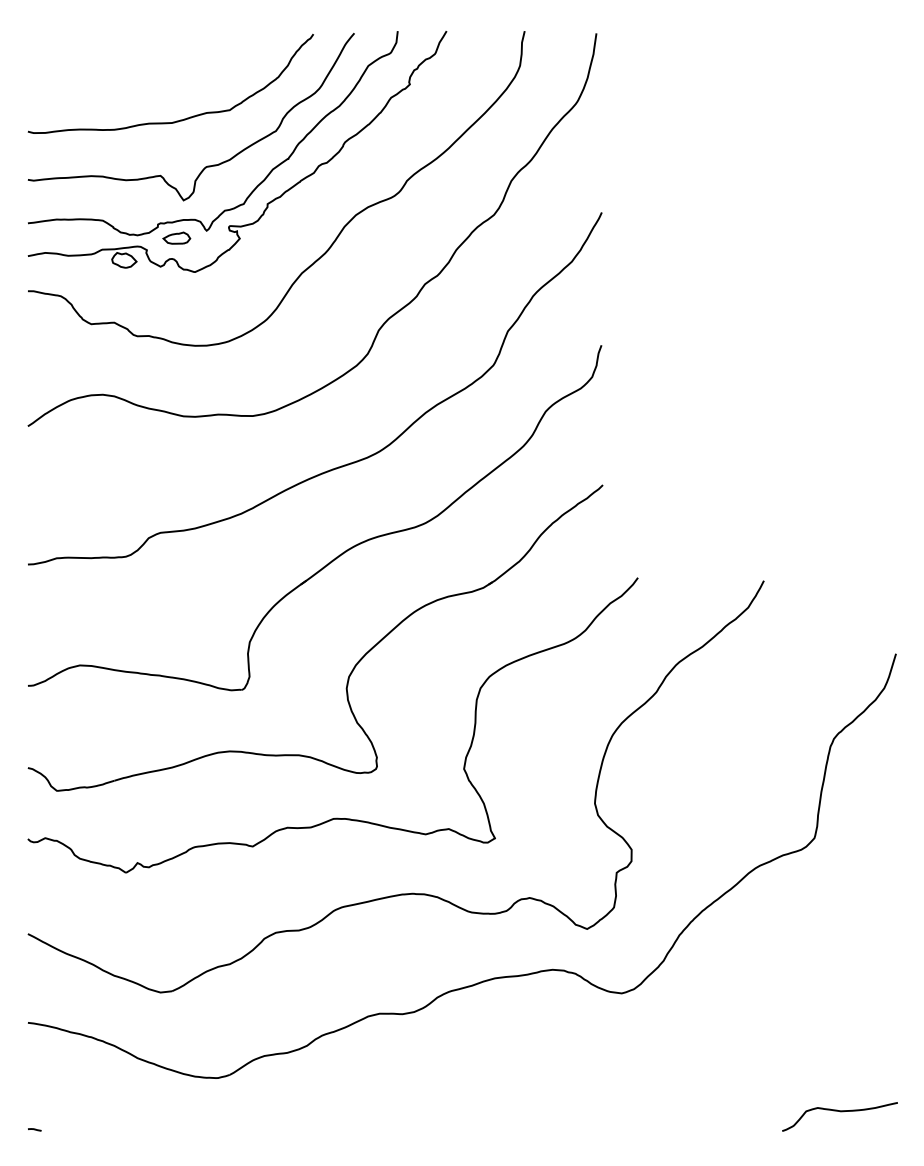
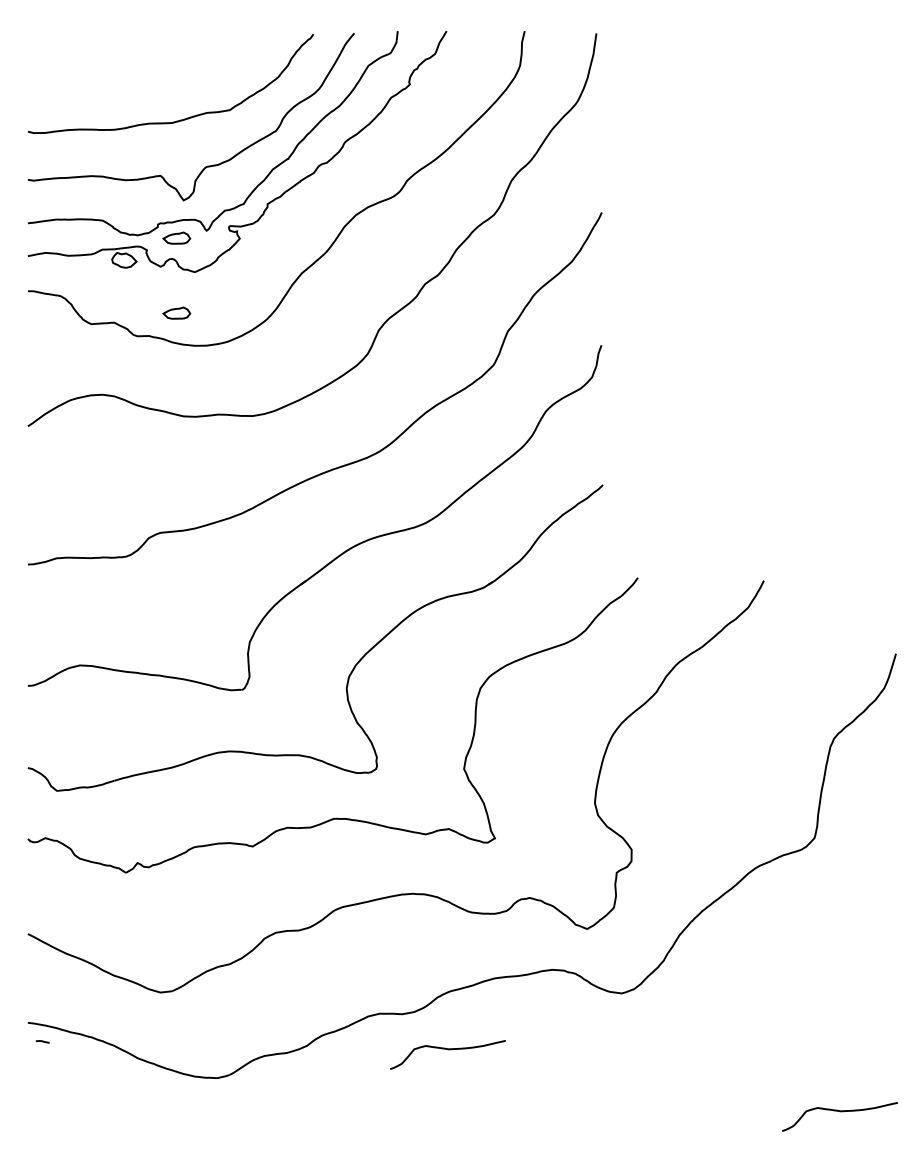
part at (176, 312): none -> present
curve at (448, 1050): none -> present
curve at (34, 1129) position: (34, 1129) -> (42, 1041)
